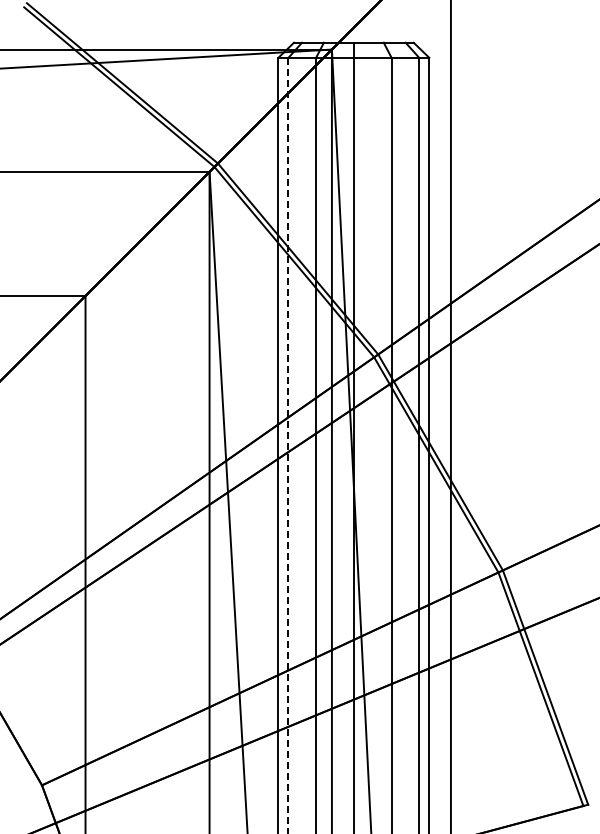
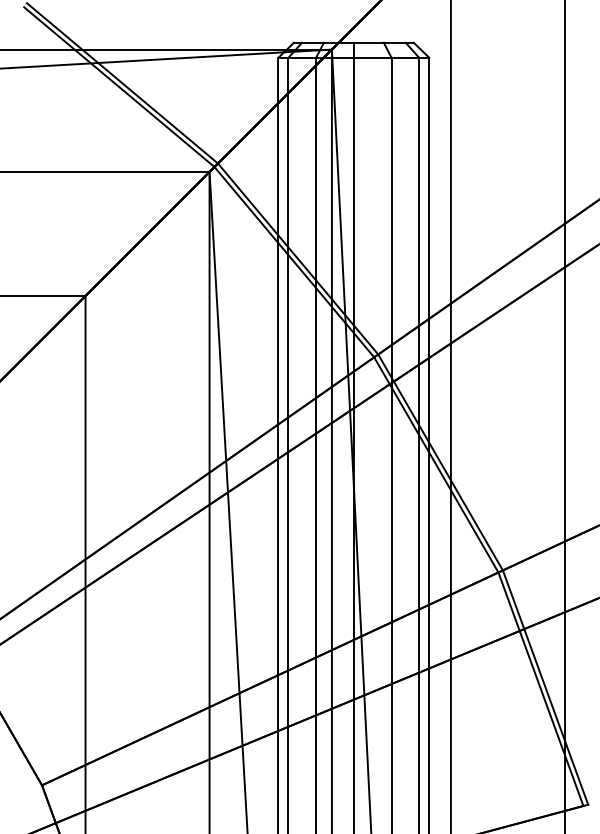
line at (565, 416): none -> present
line at (288, 445): dashed -> solid
